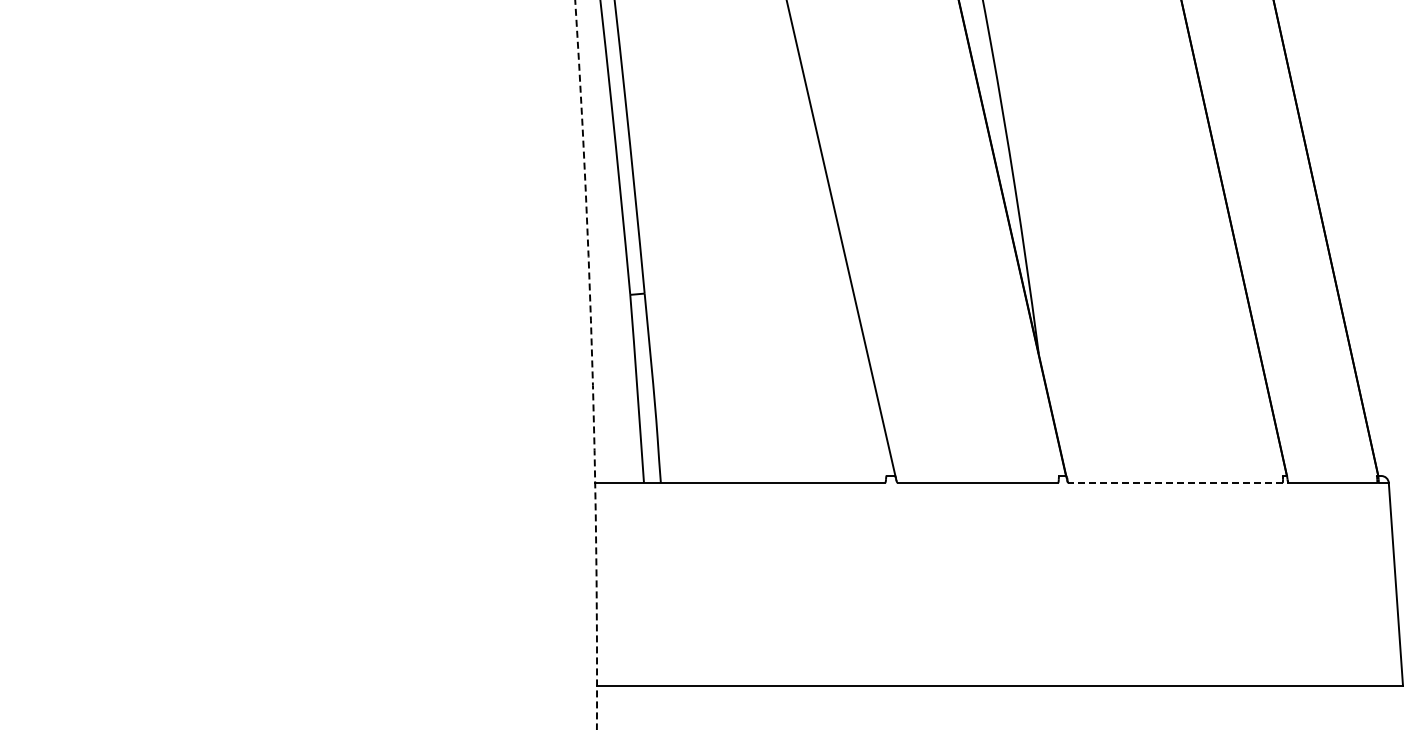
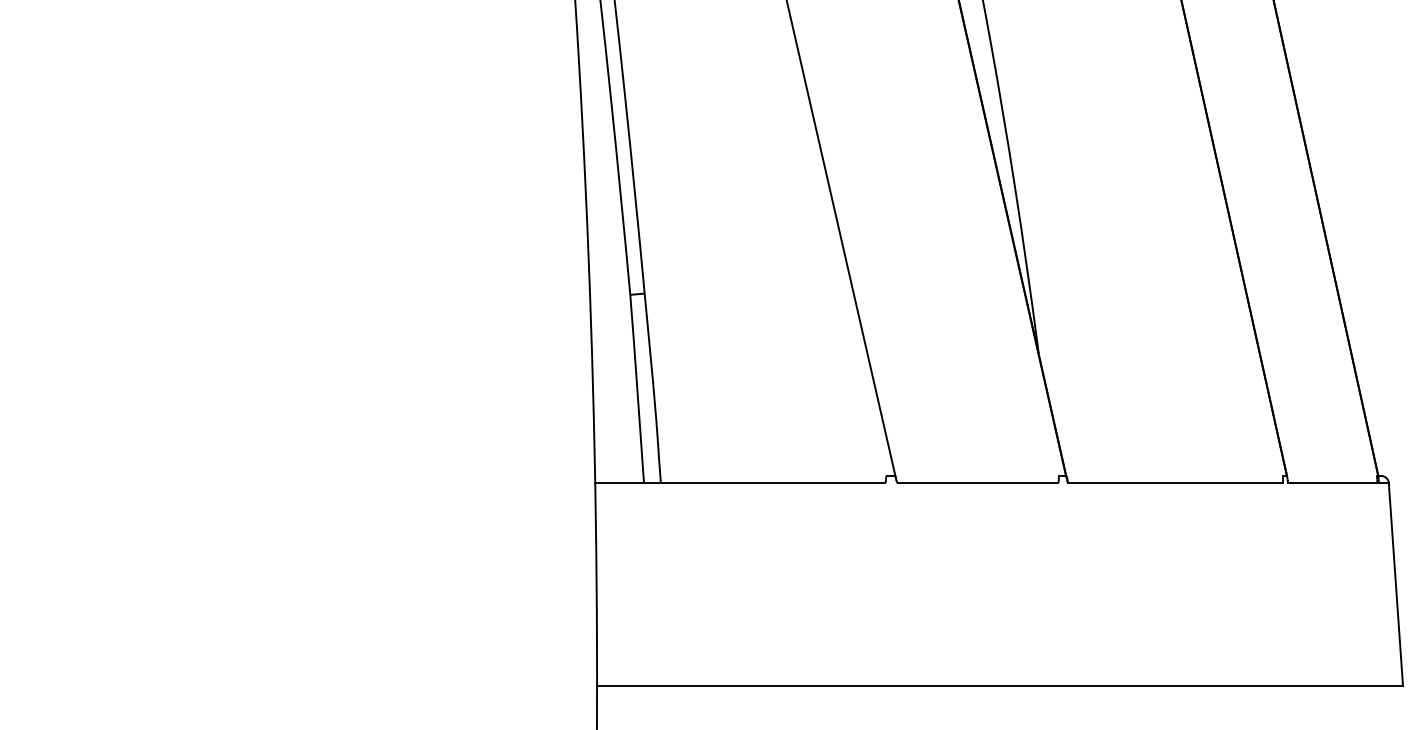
arc at (592, 364): dashed -> solid
line at (1174, 482): dashed -> solid
